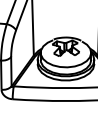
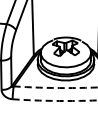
arc at (56, 87): solid -> dashed
arc at (56, 100): solid -> dashed
